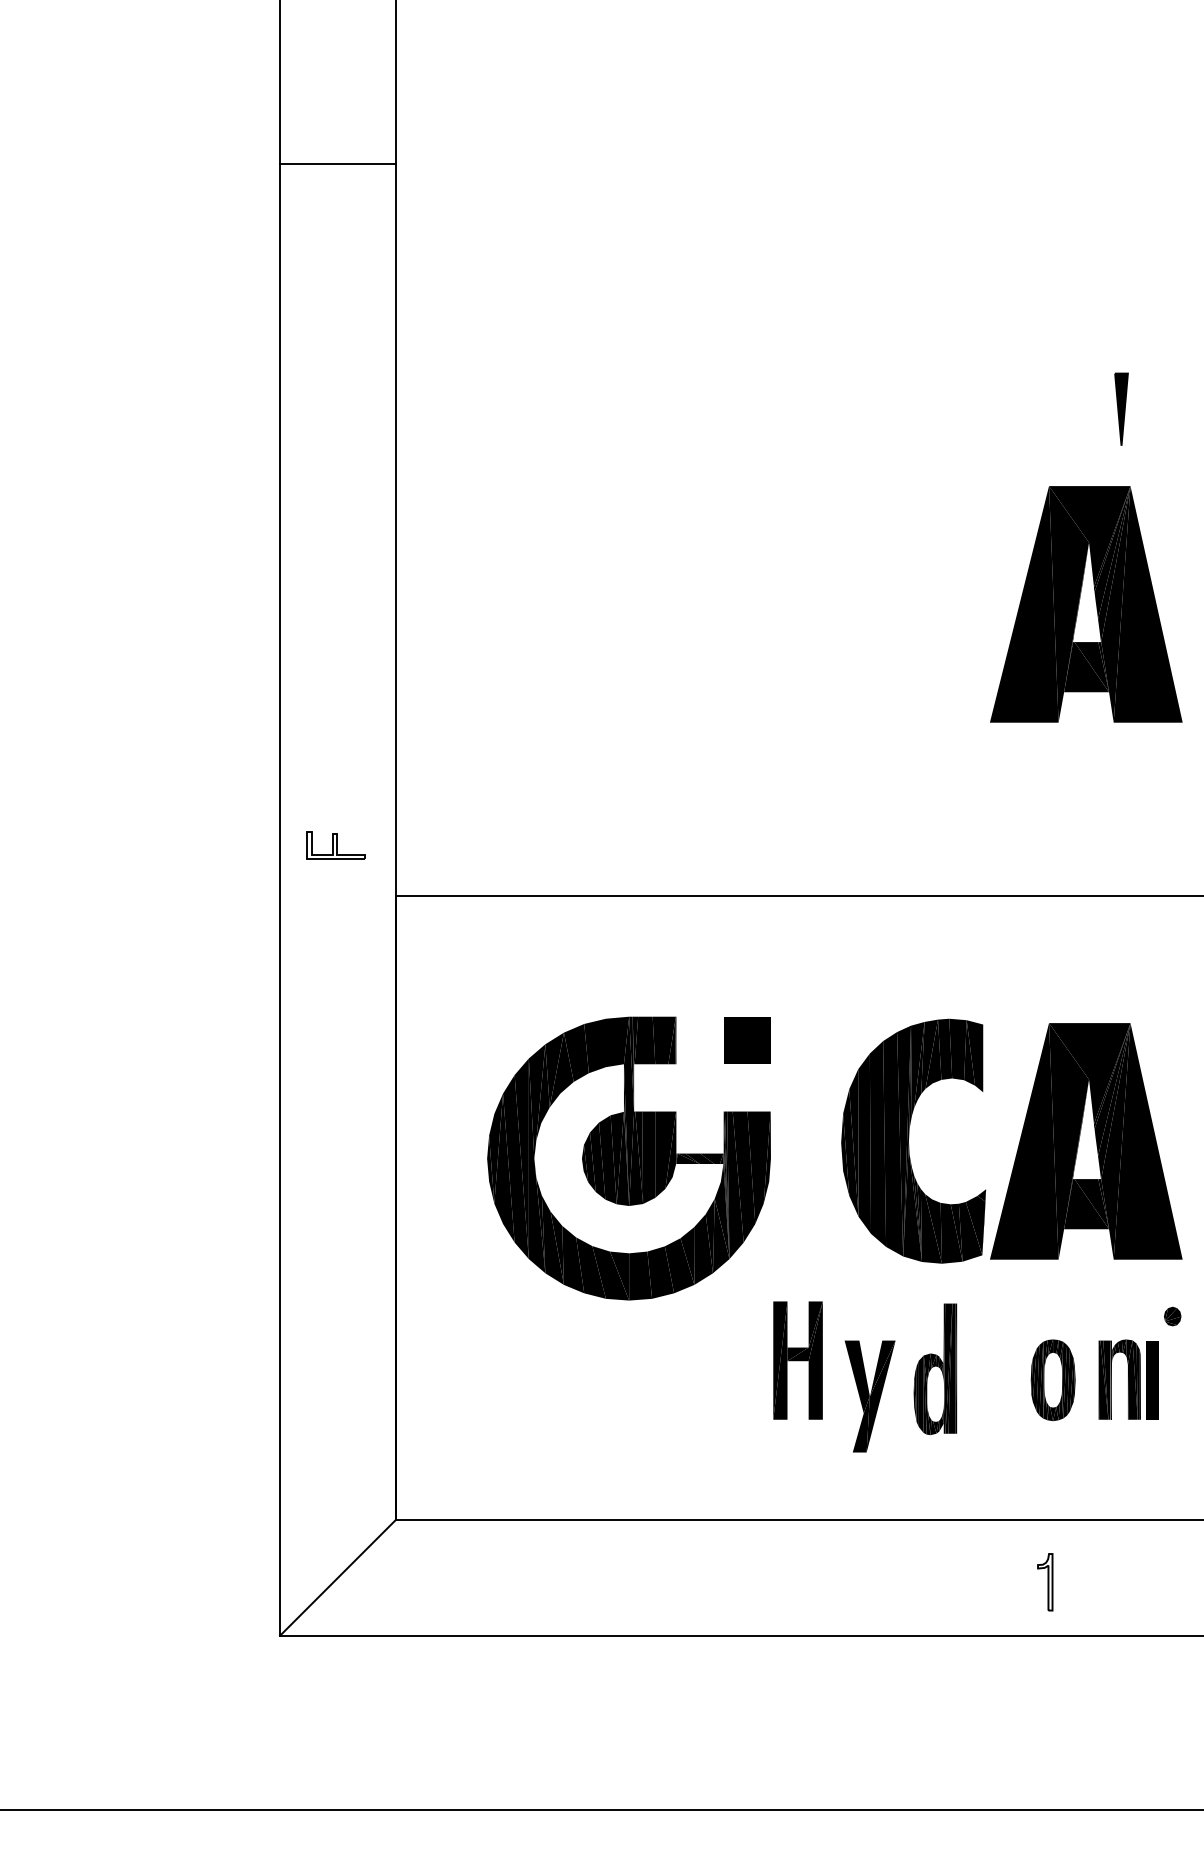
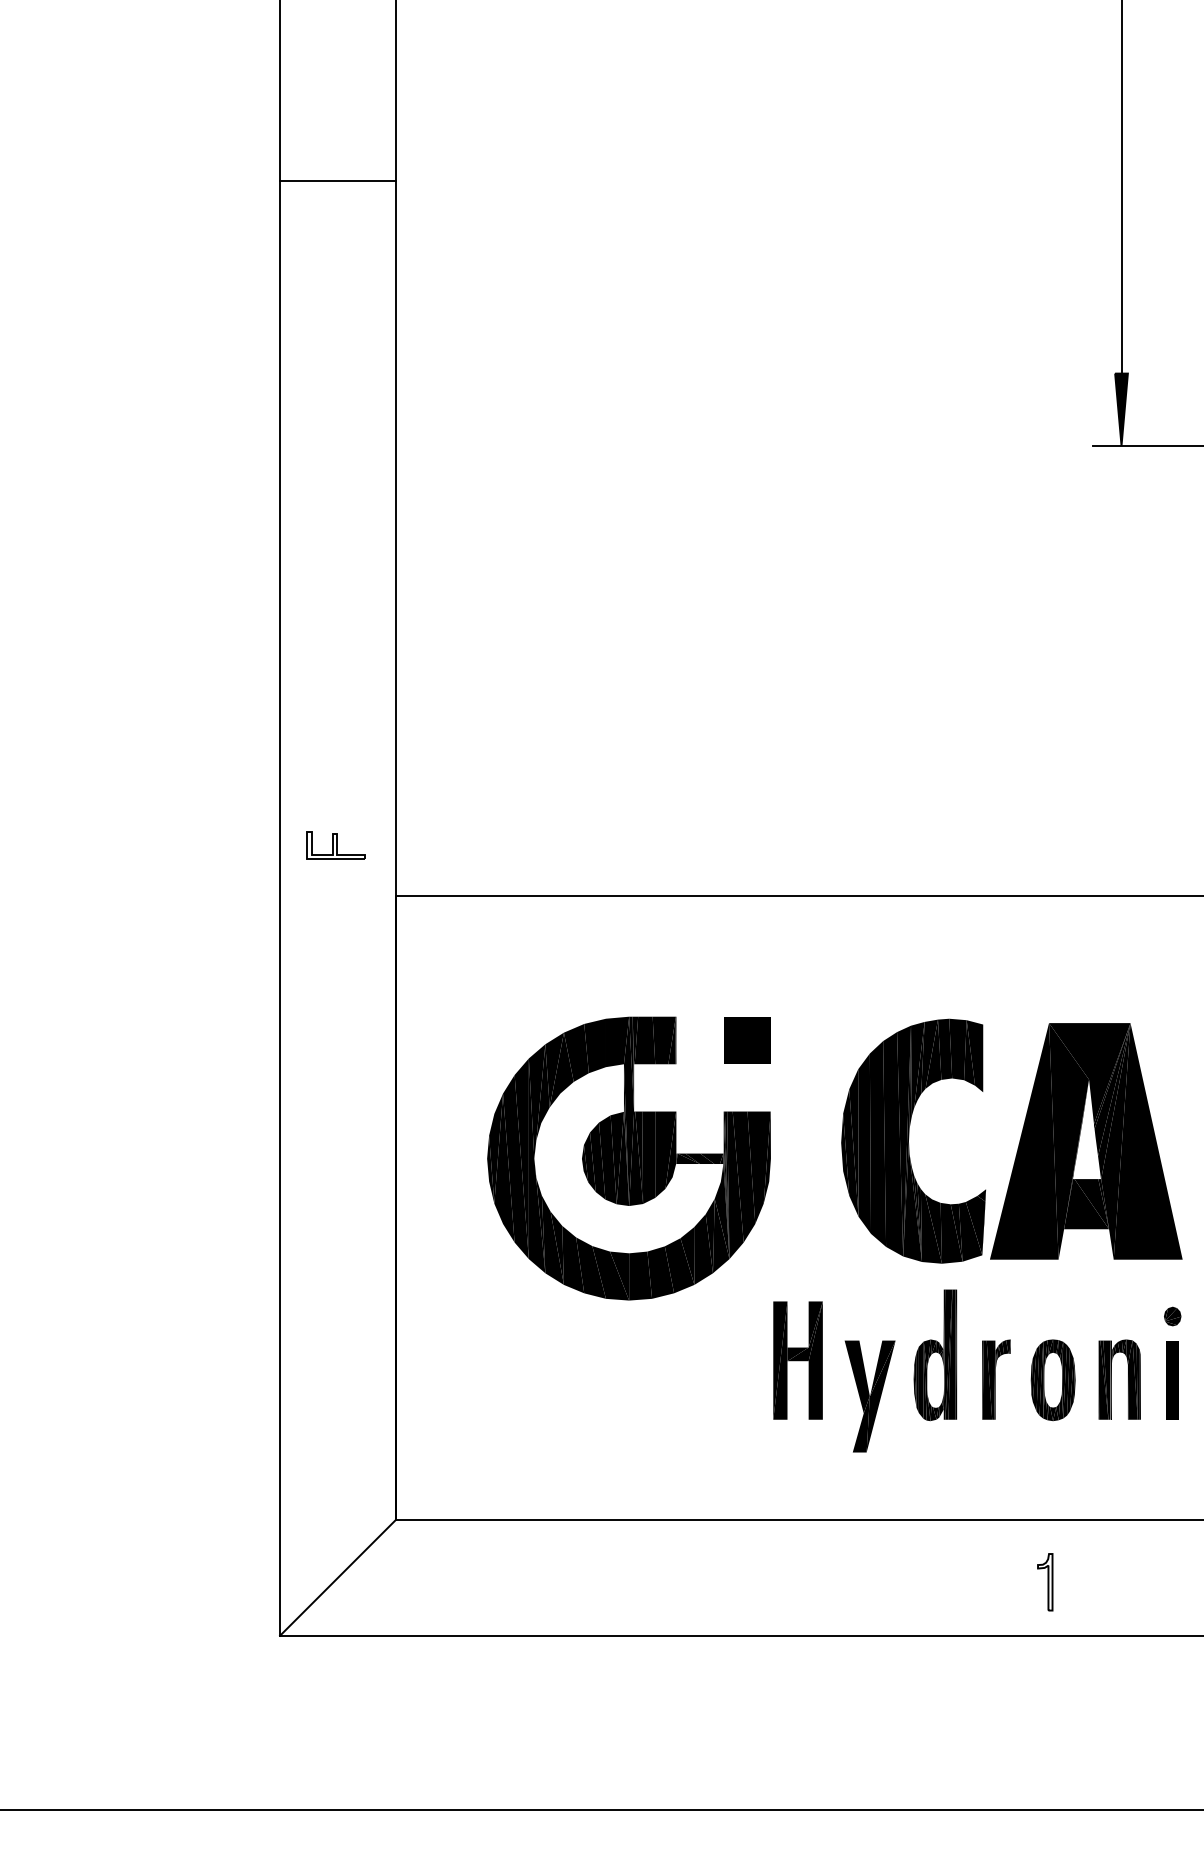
line at (338, 164) position: (338, 164) -> (338, 181)
line at (1121, 187): none -> present
line at (1146, 445): none -> present
part at (1086, 604): present -> none
part at (935, 1369) position: (935, 1369) -> (935, 1355)
part at (996, 1379): none -> present
part at (1152, 1380) position: (1152, 1380) -> (1172, 1380)
